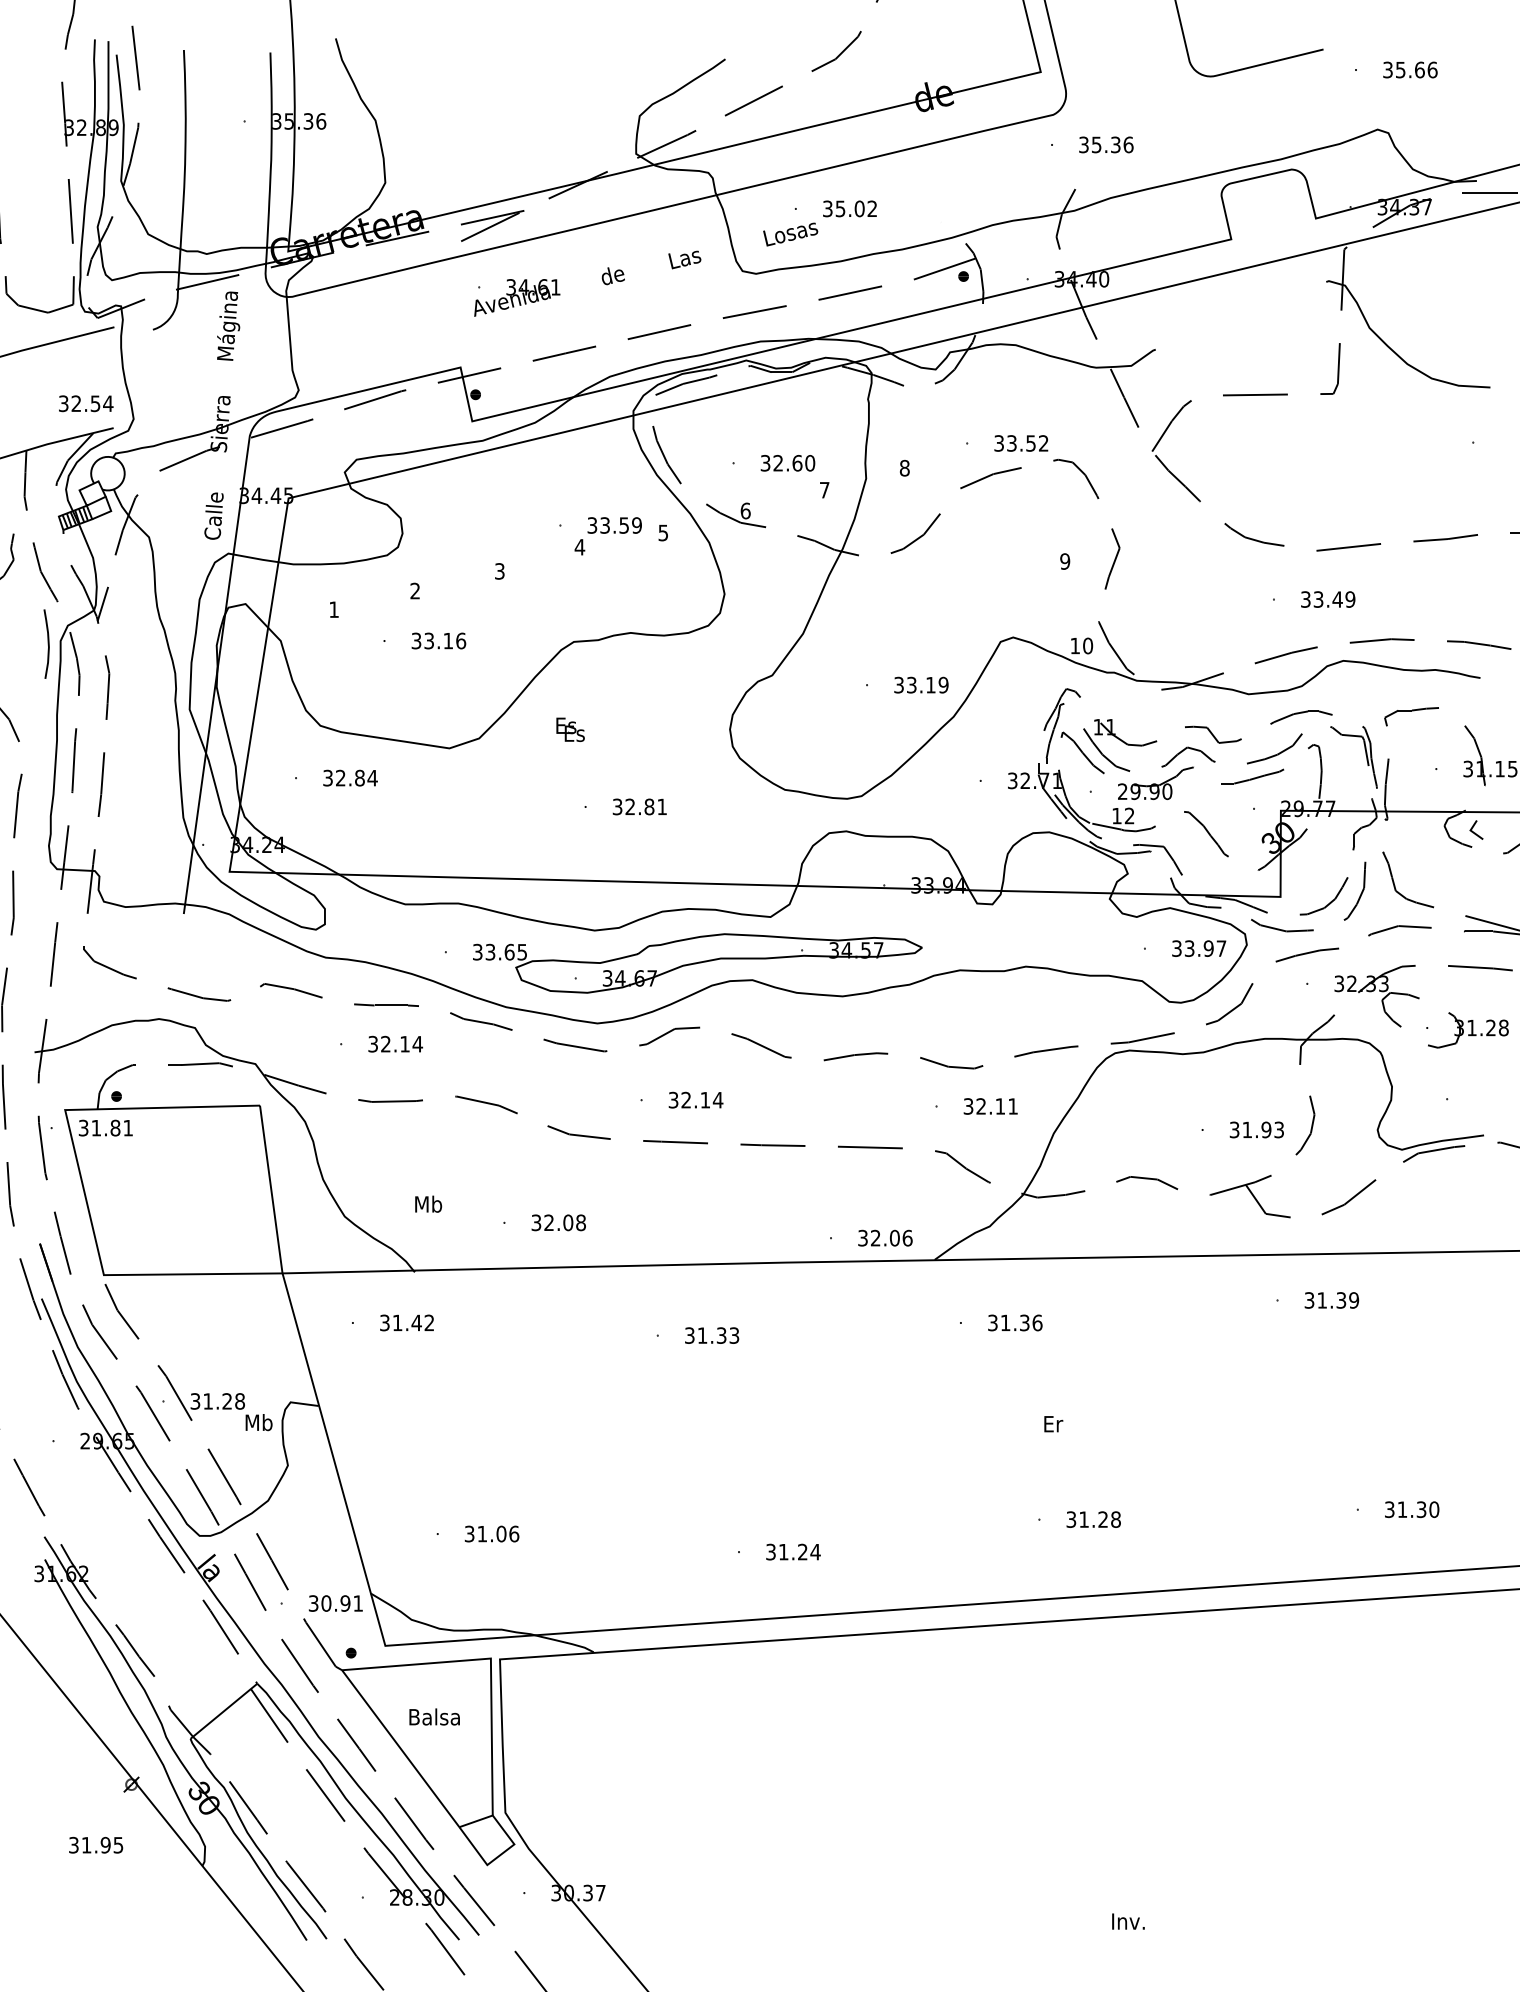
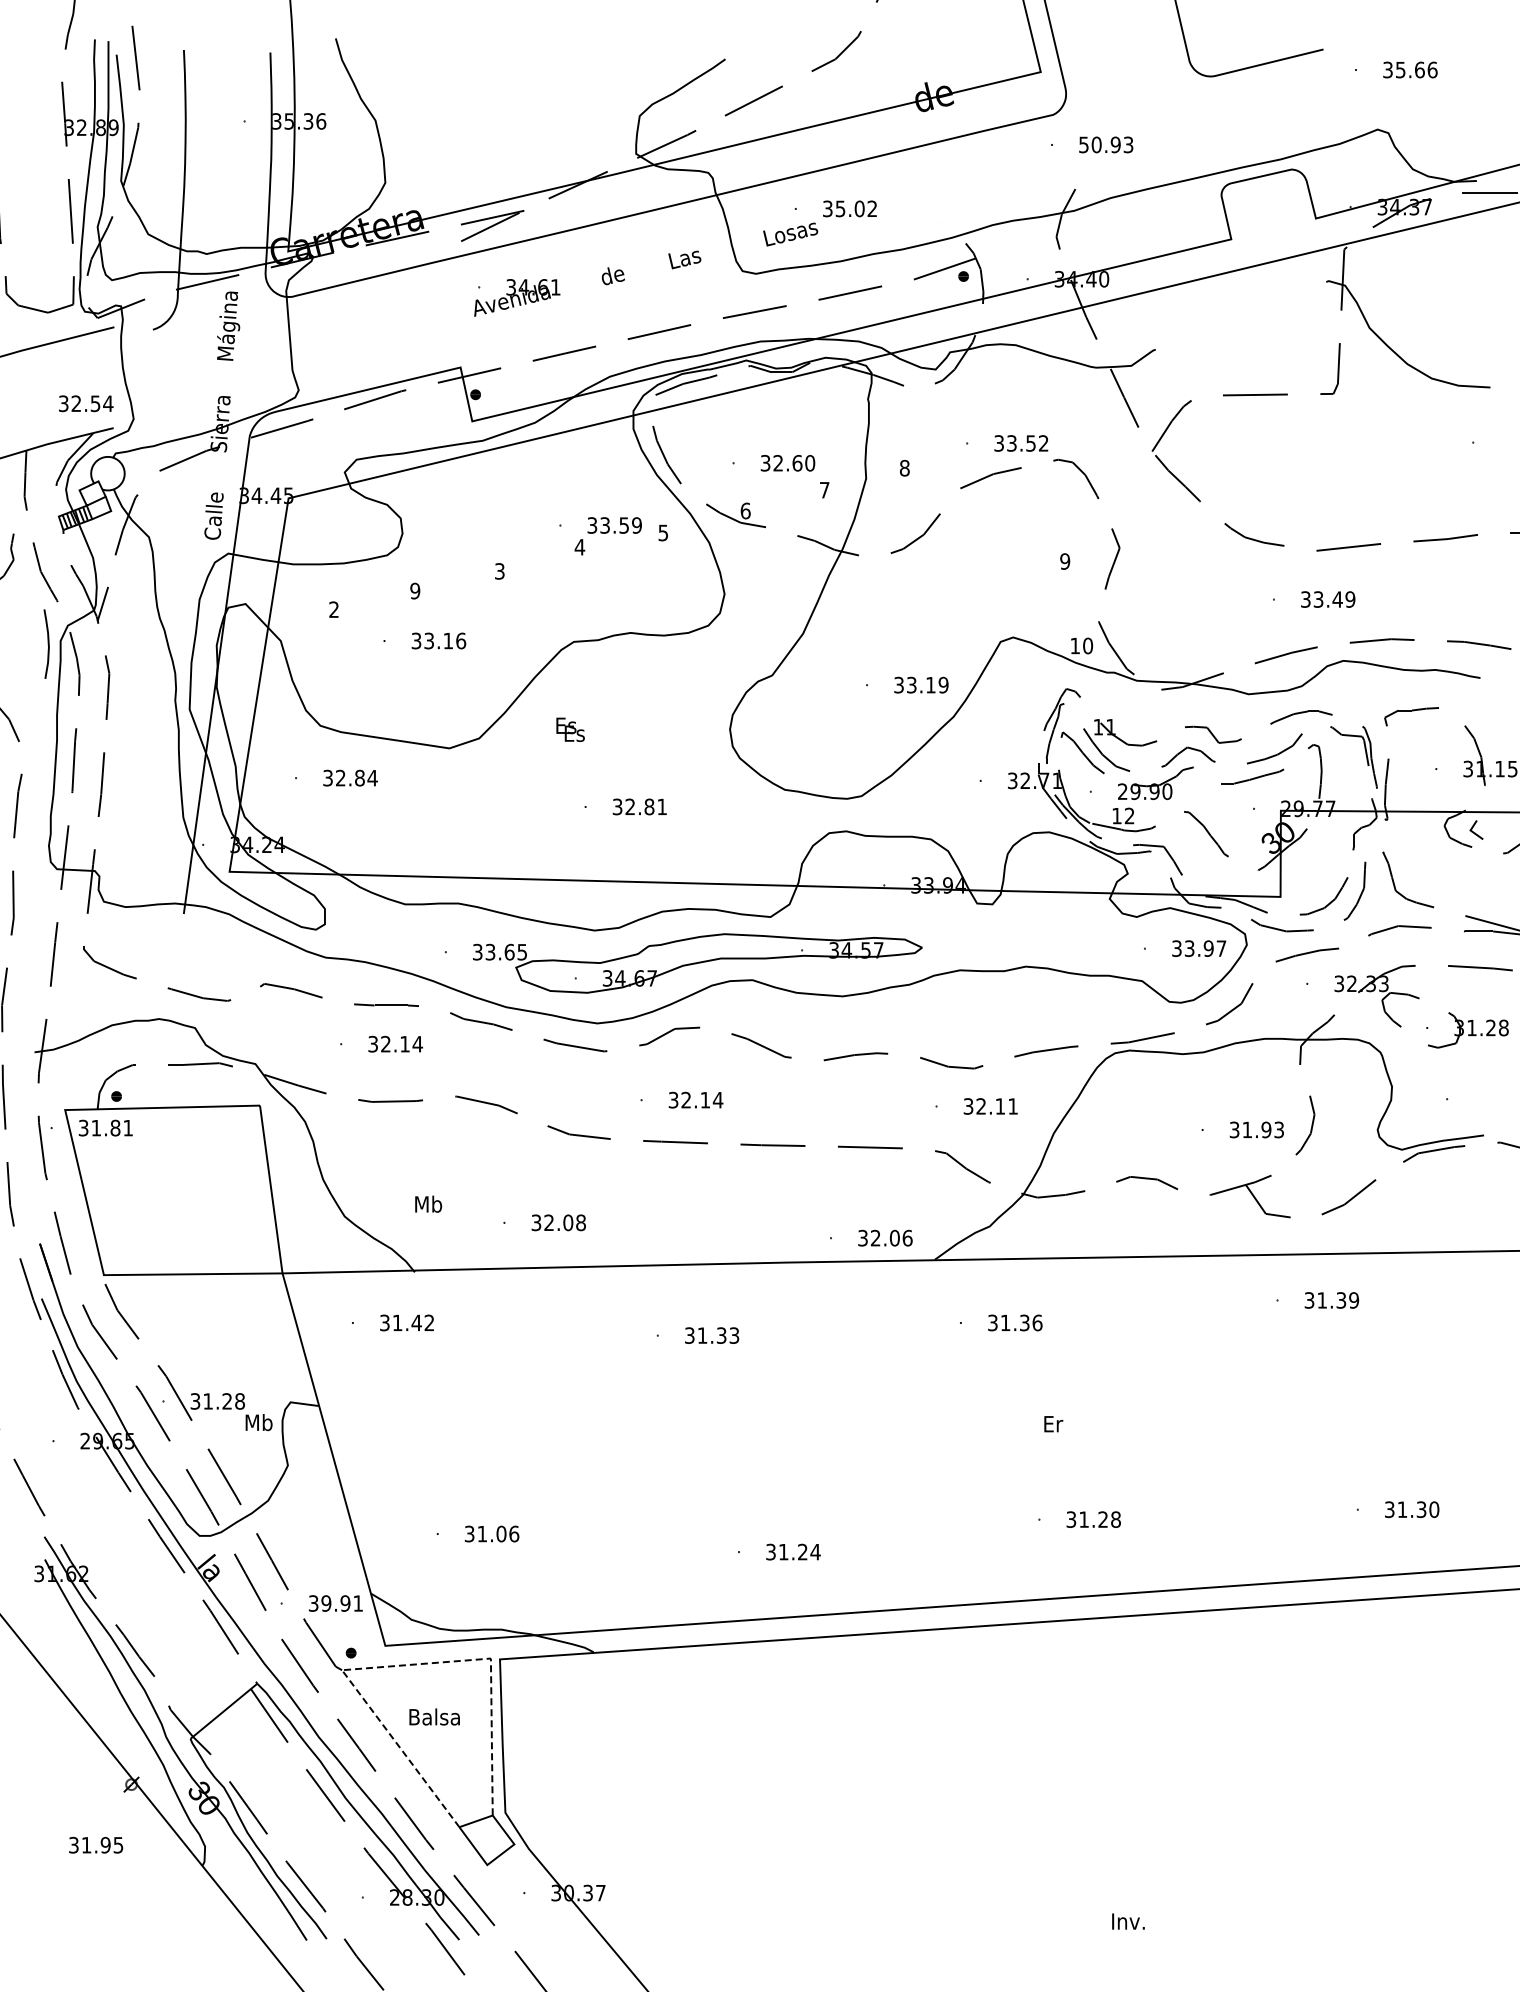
text at (1106, 144): 35.36 -> 50.93
text at (415, 590): 2 -> 9
text at (333, 609): 1 -> 2
text at (326, 1603): 30.91 -> 39.91
line at (397, 1665): solid -> dashed
